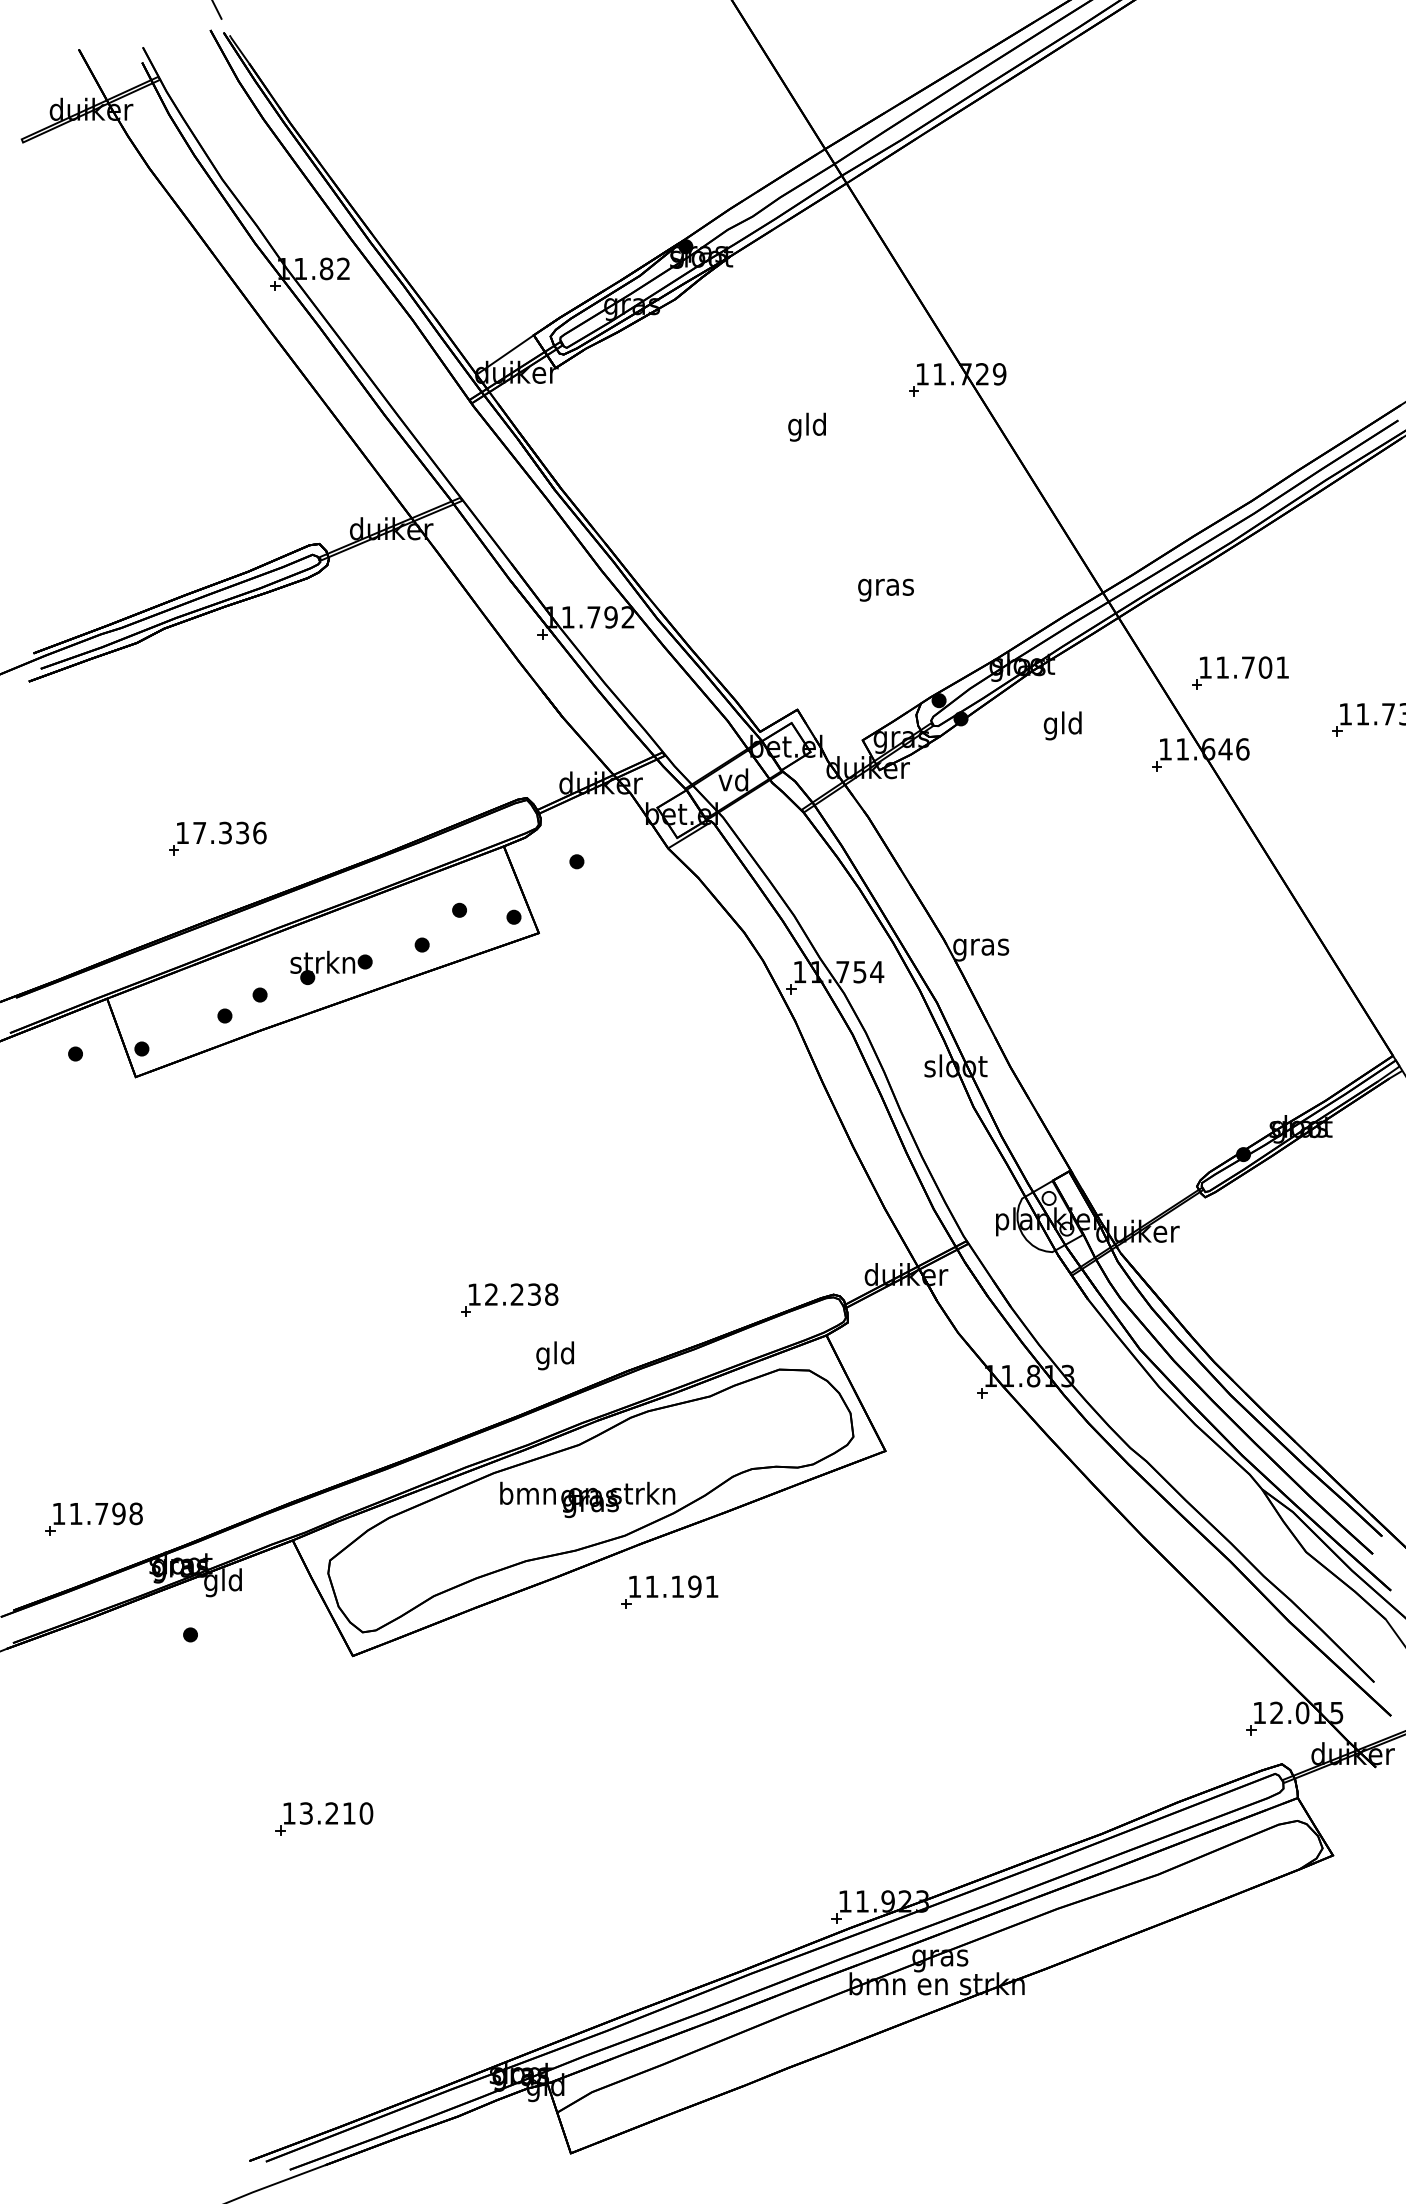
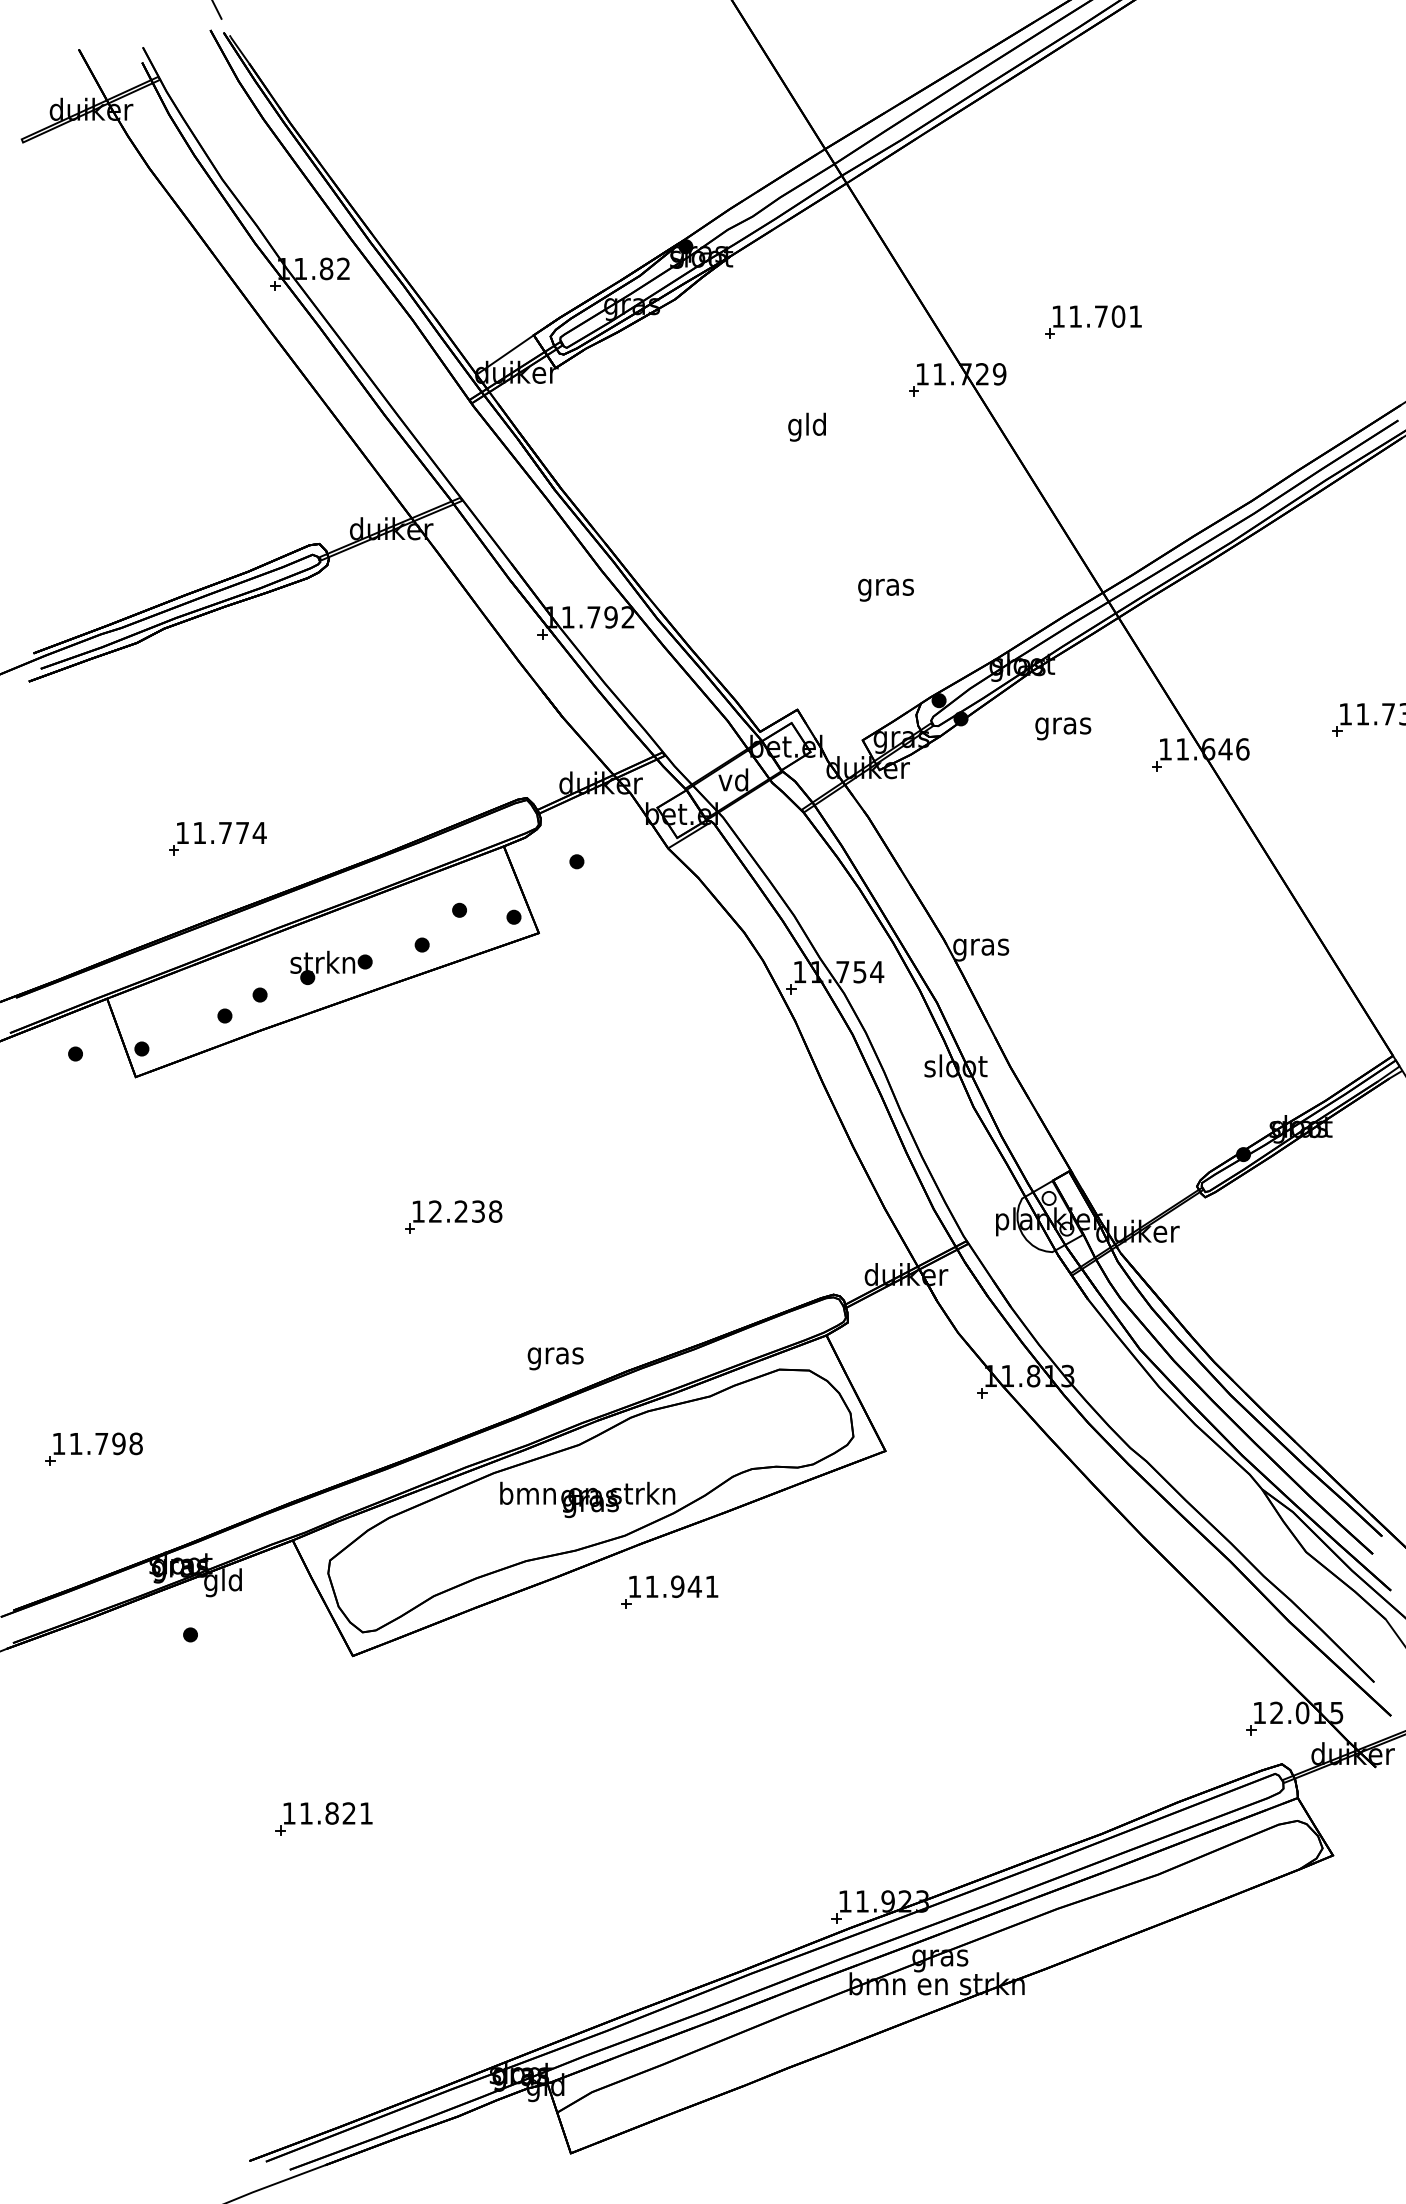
part at (1240, 672) position: (1240, 672) -> (1093, 321)
text at (1063, 725): gld -> gras
text at (229, 832): 17.336 -> 11.774
part at (509, 1299) position: (509, 1299) -> (453, 1216)
text at (555, 1355): gld -> gras
part at (93, 1518) position: (93, 1518) -> (93, 1448)
text at (686, 1586): 11.191 -> 11.941
text at (336, 1813): 13.210 -> 11.821
